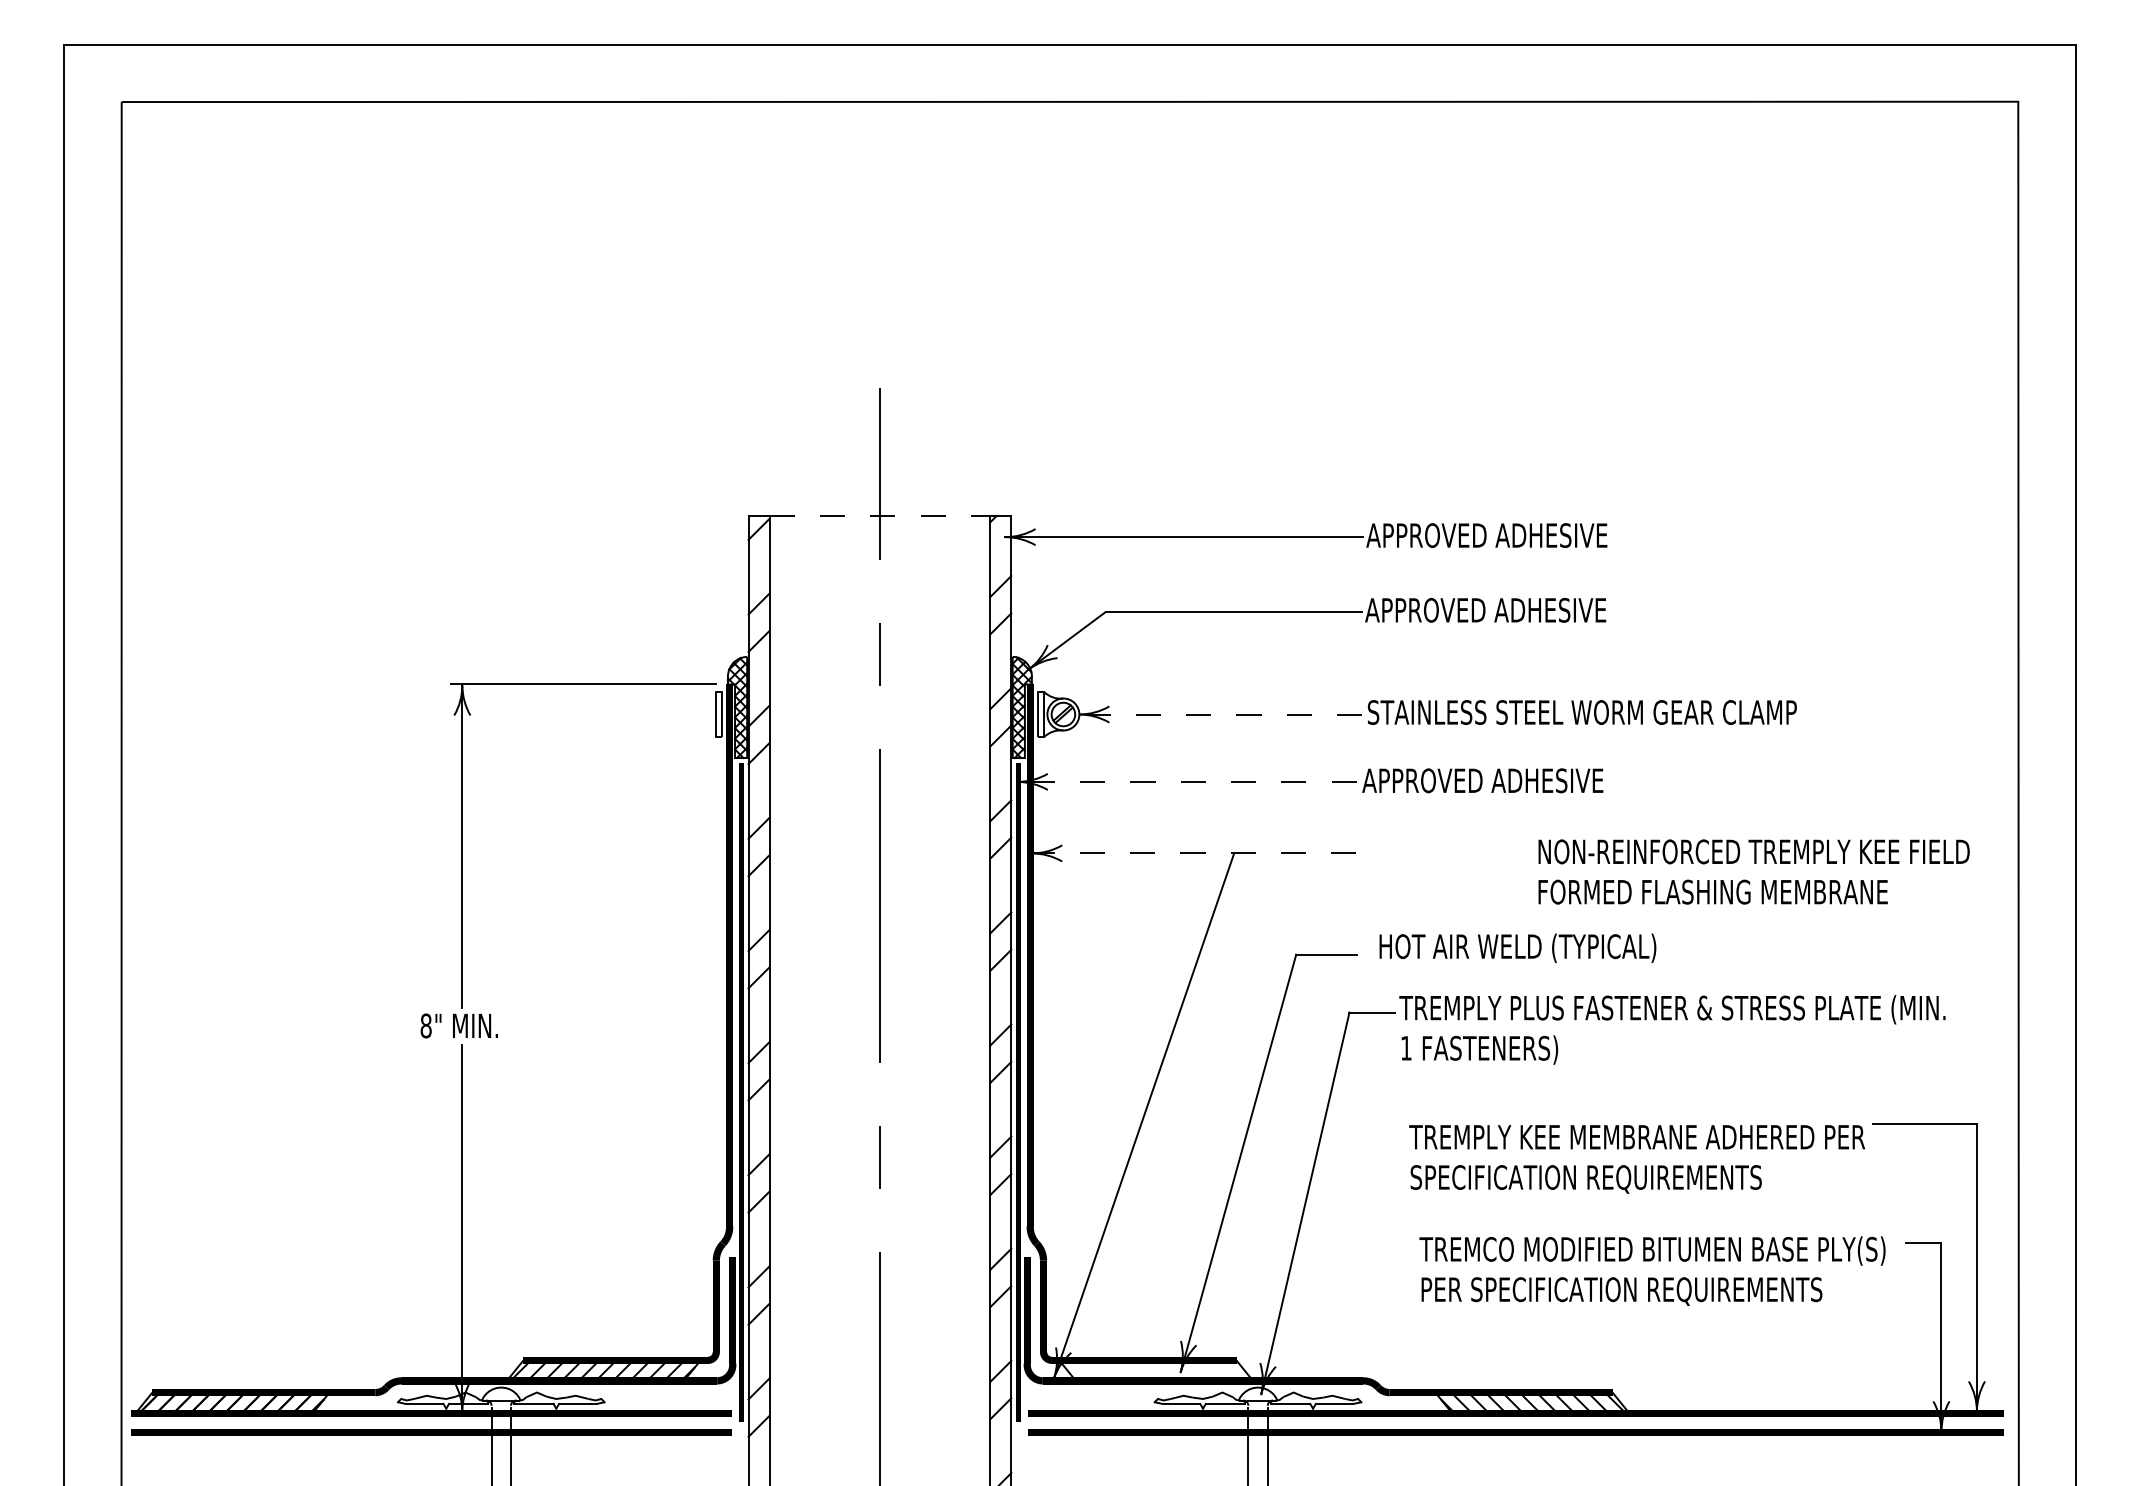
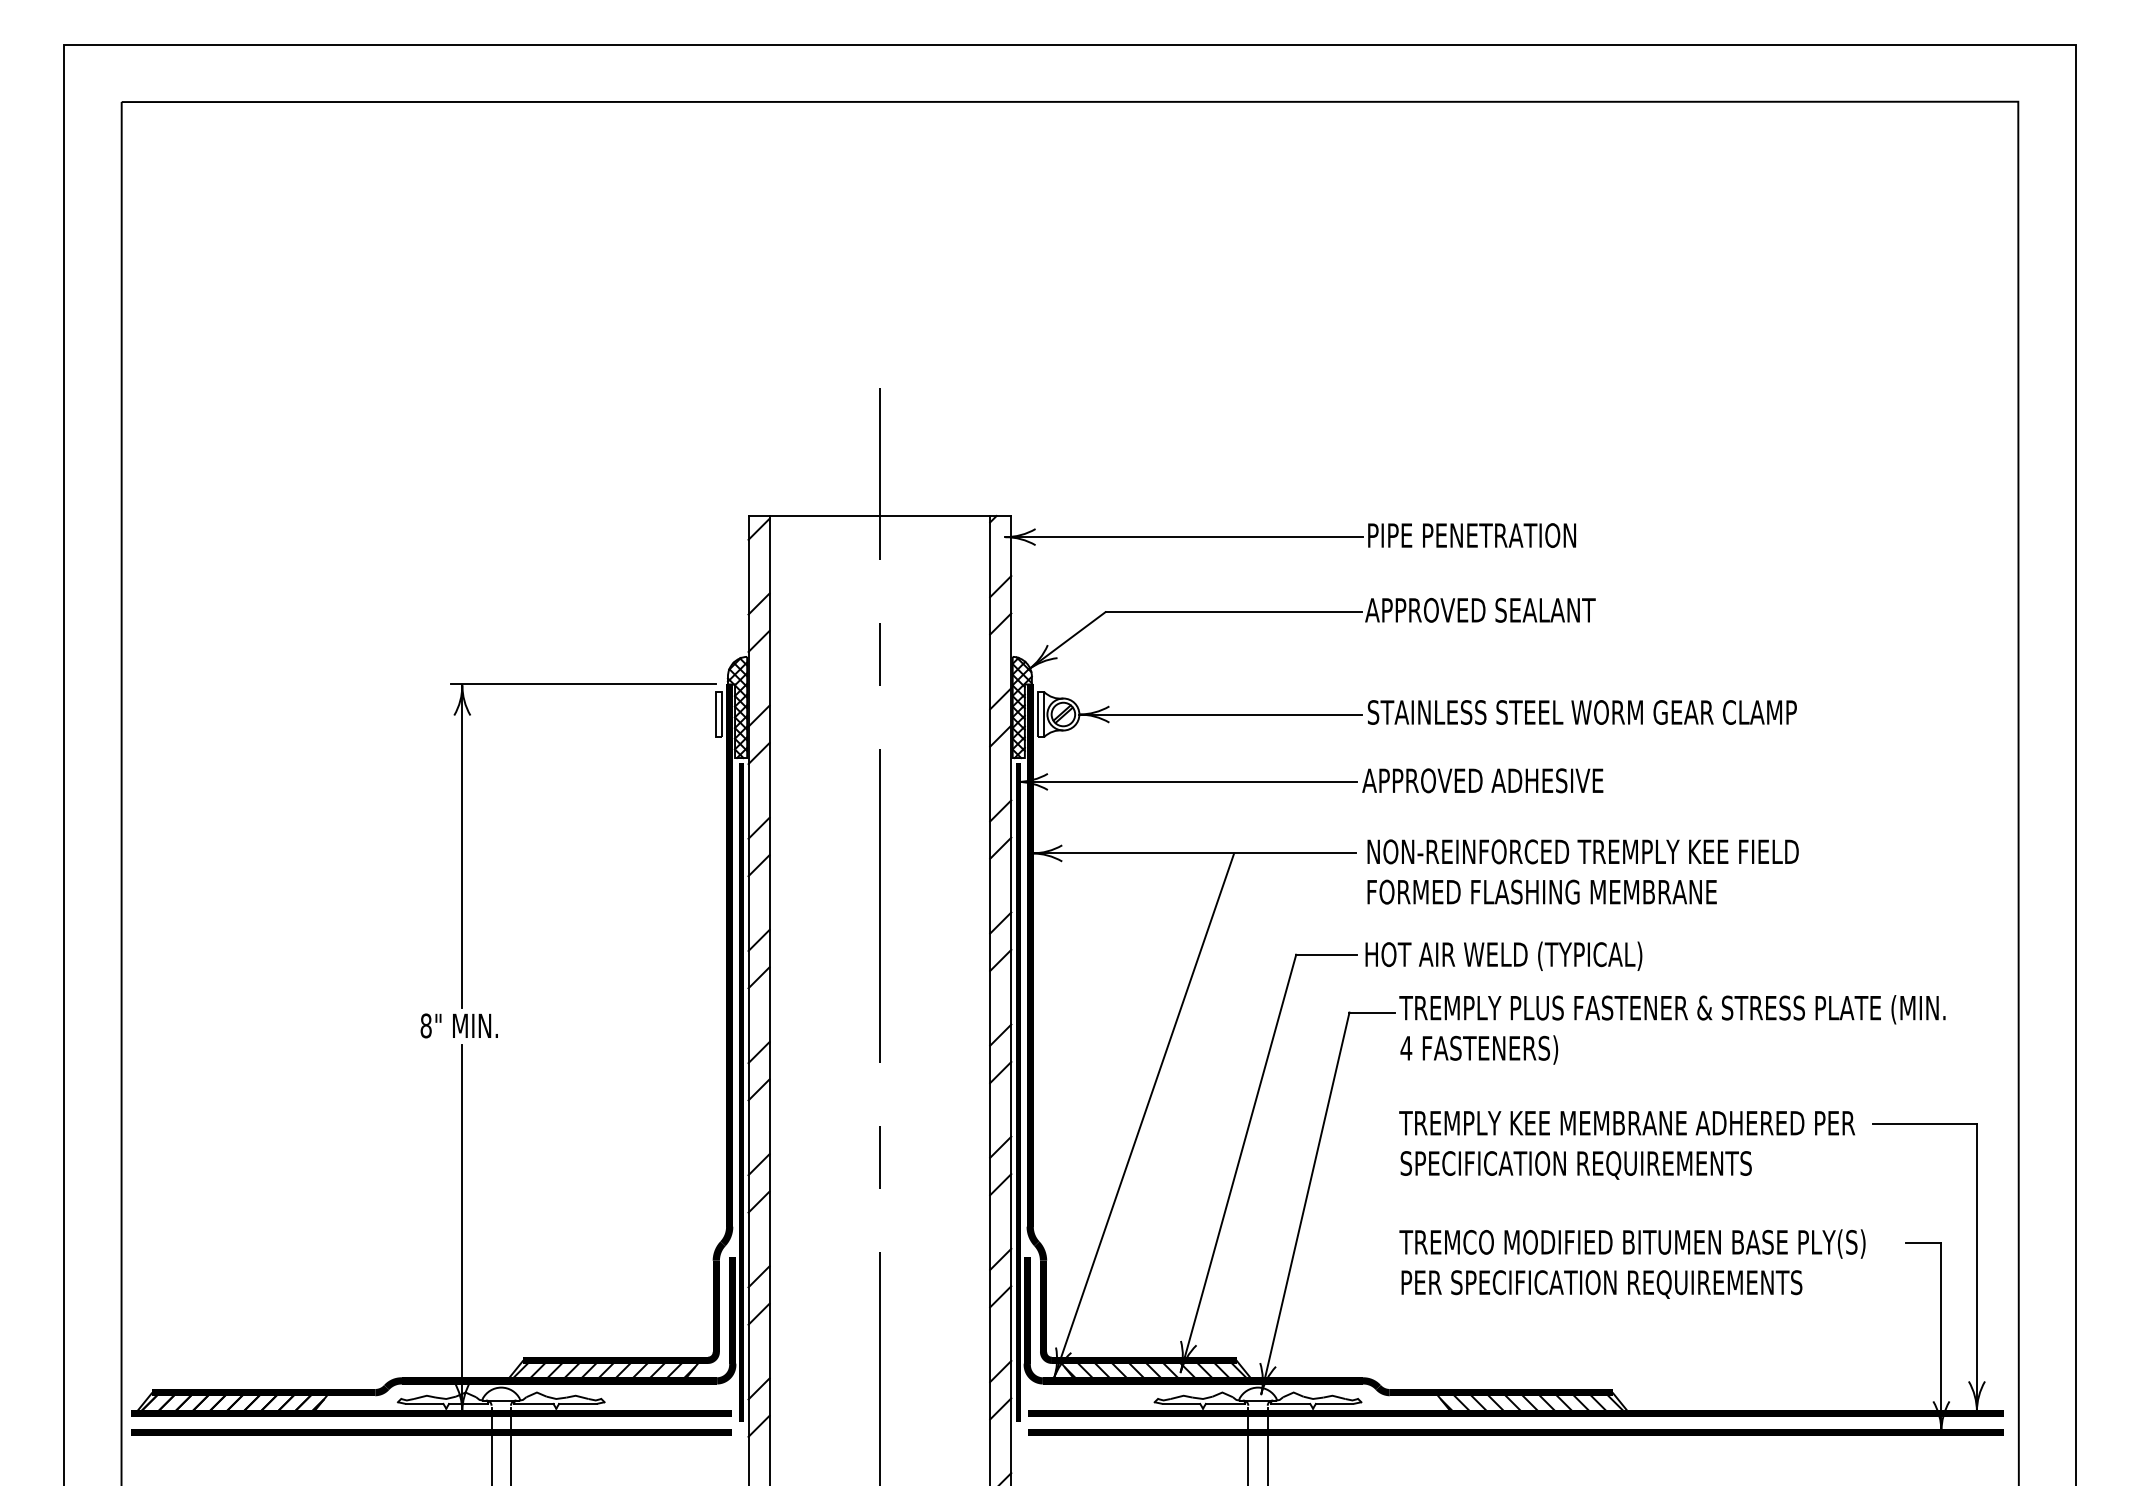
line at (880, 516): dashed -> solid
text at (1486, 535): APPROVED ADHESIVE -> PIPE PENETRATION
text at (1550, 609): APPROVED ADHESIVE -> APPROVED SEALANT
line at (1220, 714): dashed -> solid
line at (1187, 781): dashed -> solid
line at (1193, 853): dashed -> solid
text at (1753, 871) position: (1753, 871) -> (1582, 871)
text at (1517, 947) position: (1517, 947) -> (1503, 955)
text at (1406, 1048): 1 -> 4
text at (1636, 1159) position: (1636, 1159) -> (1626, 1145)
text at (1652, 1270) position: (1652, 1270) -> (1632, 1263)
hatch at (1156, 1370): none -> present
